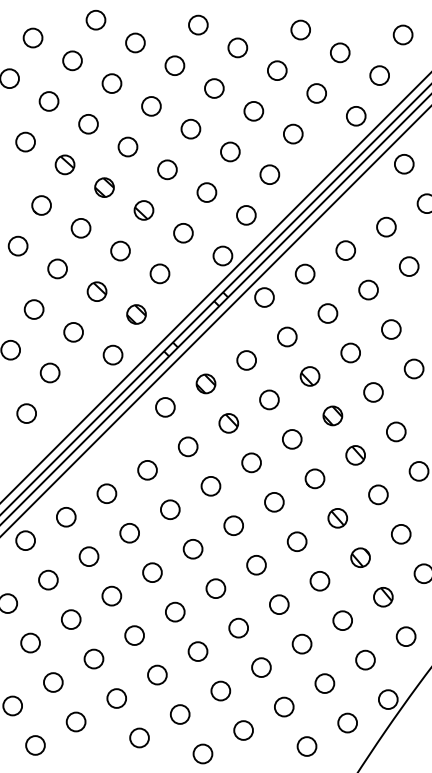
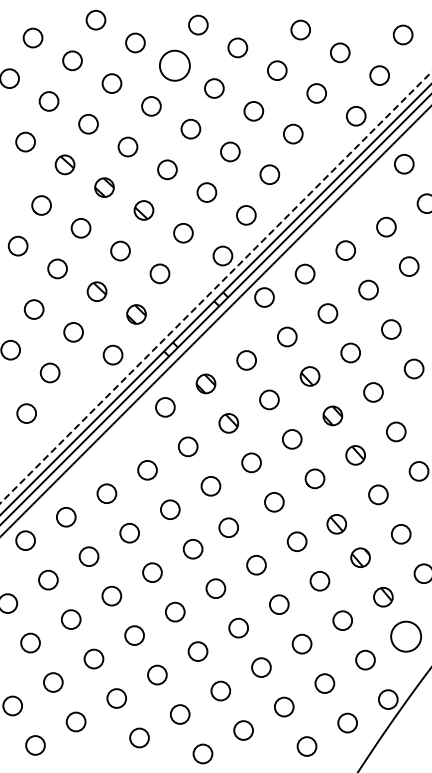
circle at (174, 65) diameter: 19 px -> 30 px
line at (215, 287): solid -> dashed
part at (337, 518) position: (337, 518) -> (336, 524)
circle at (233, 525) position: (233, 525) -> (228, 527)
circle at (405, 636) diameter: 19 px -> 30 px
